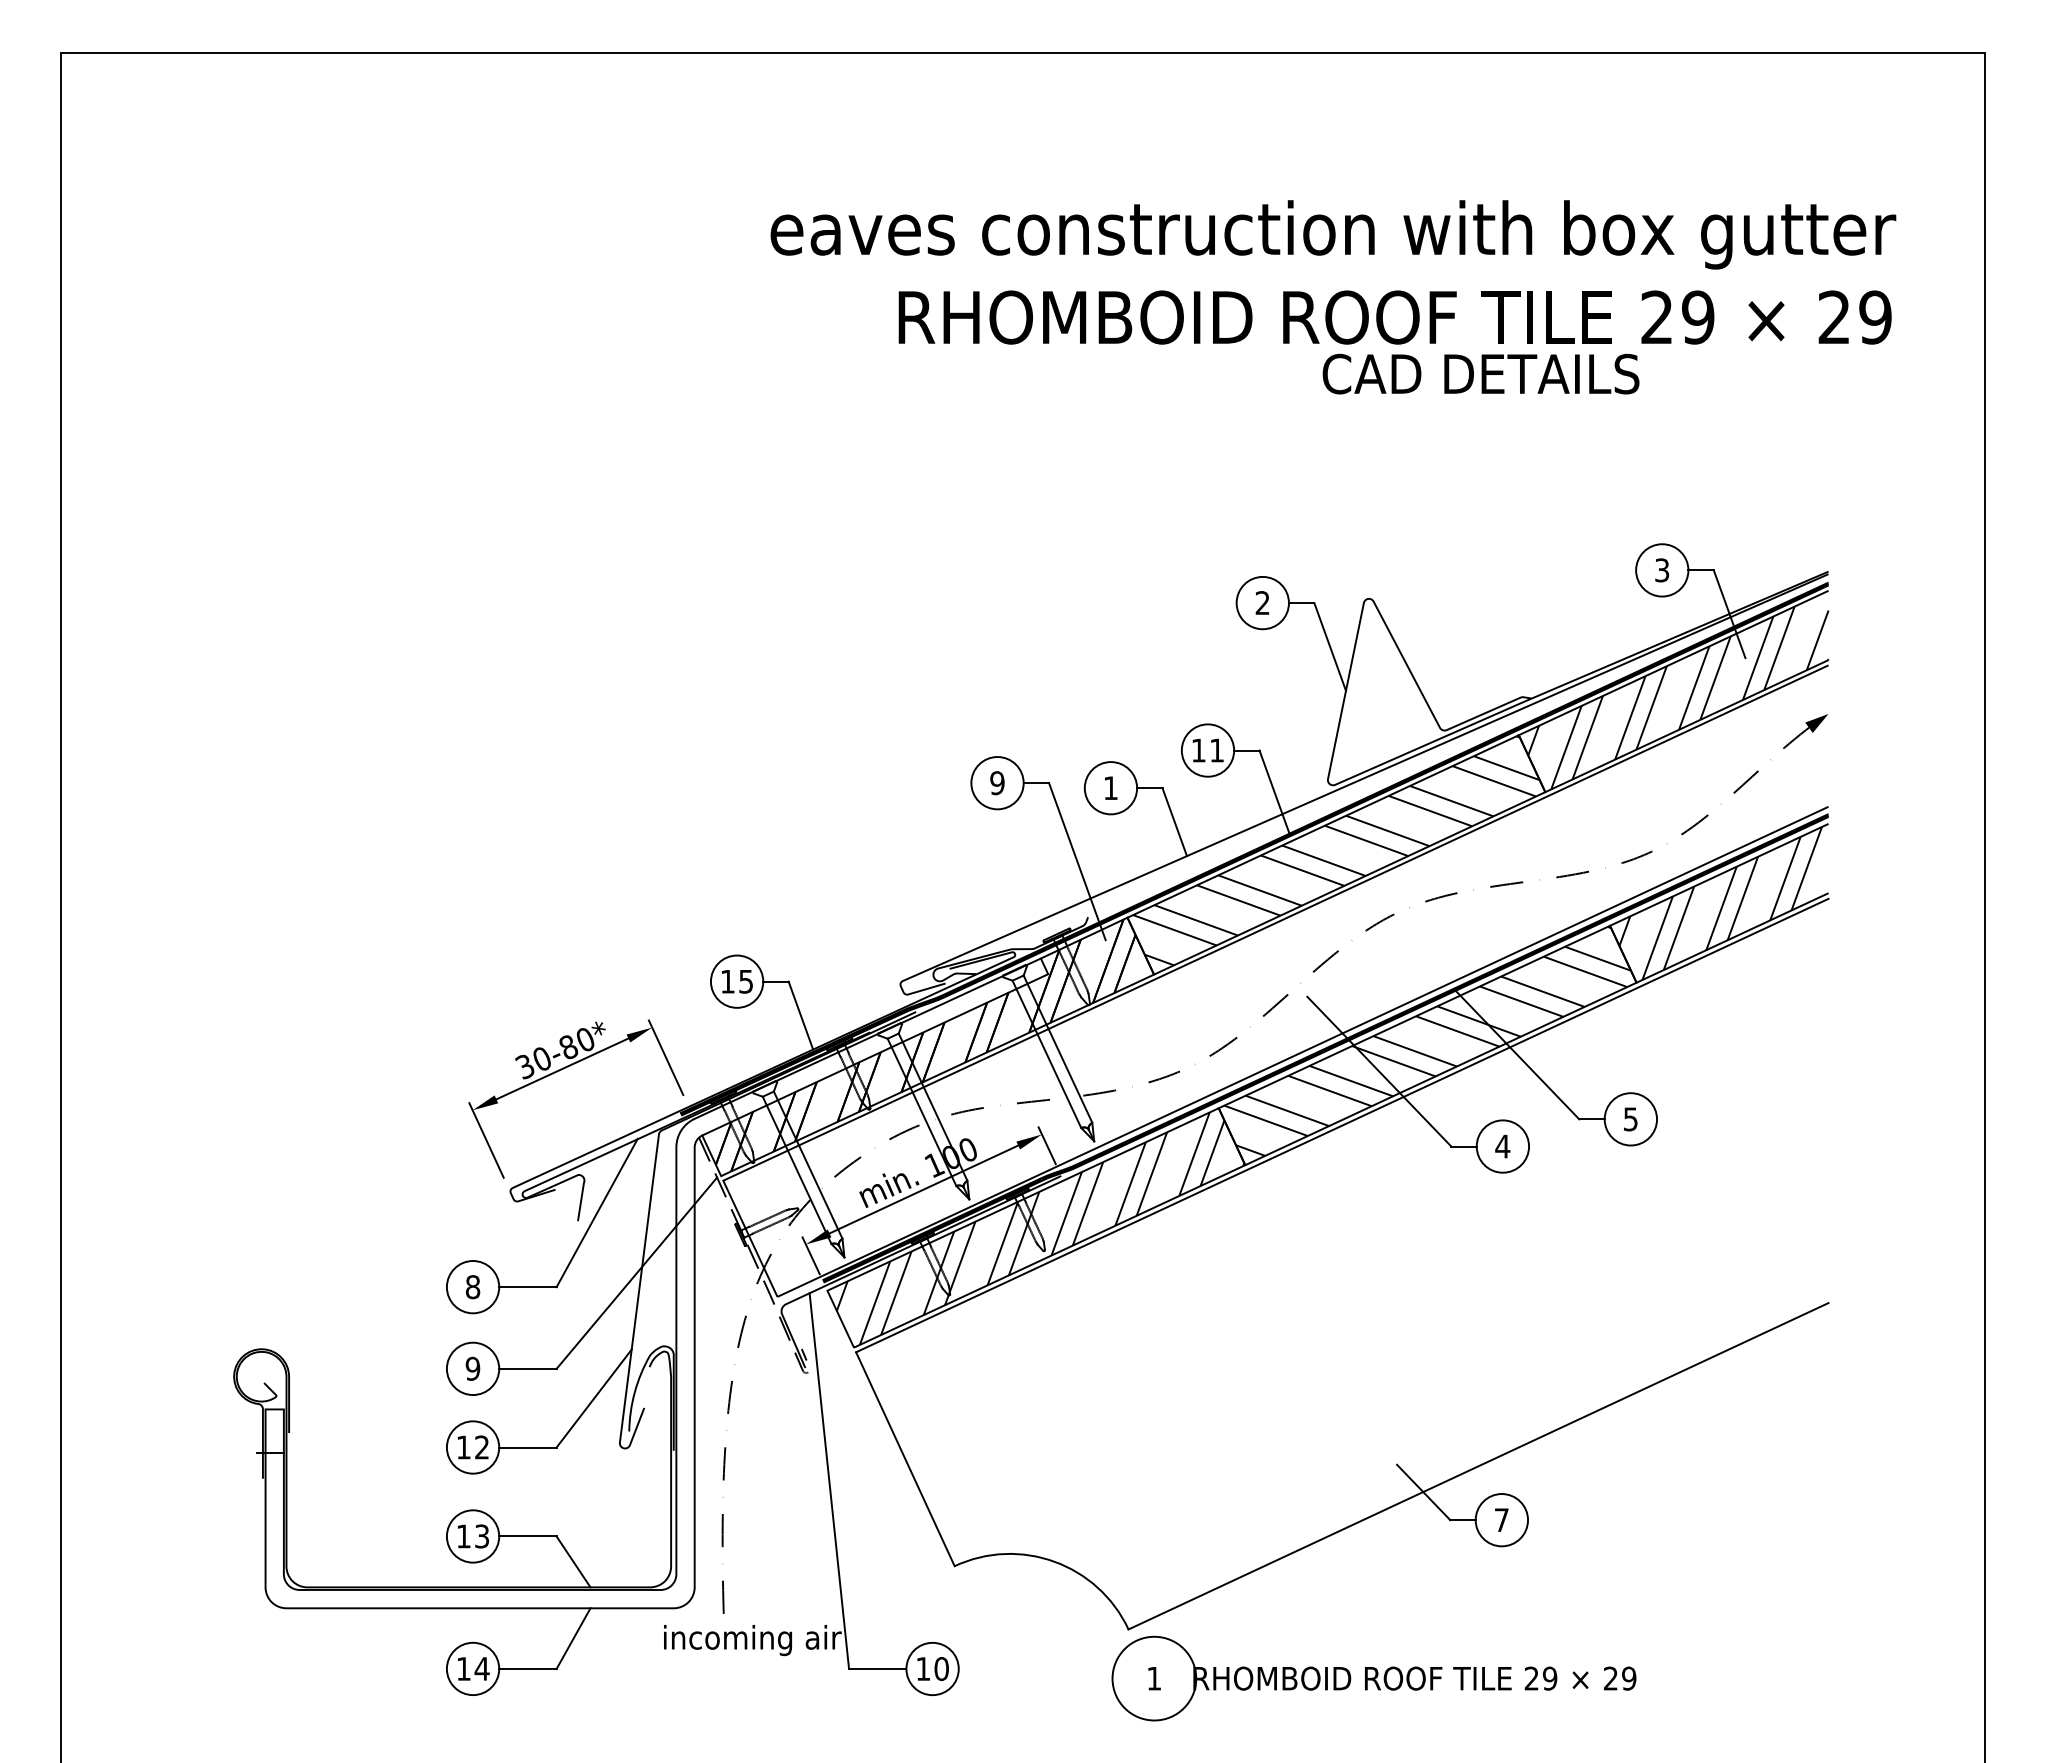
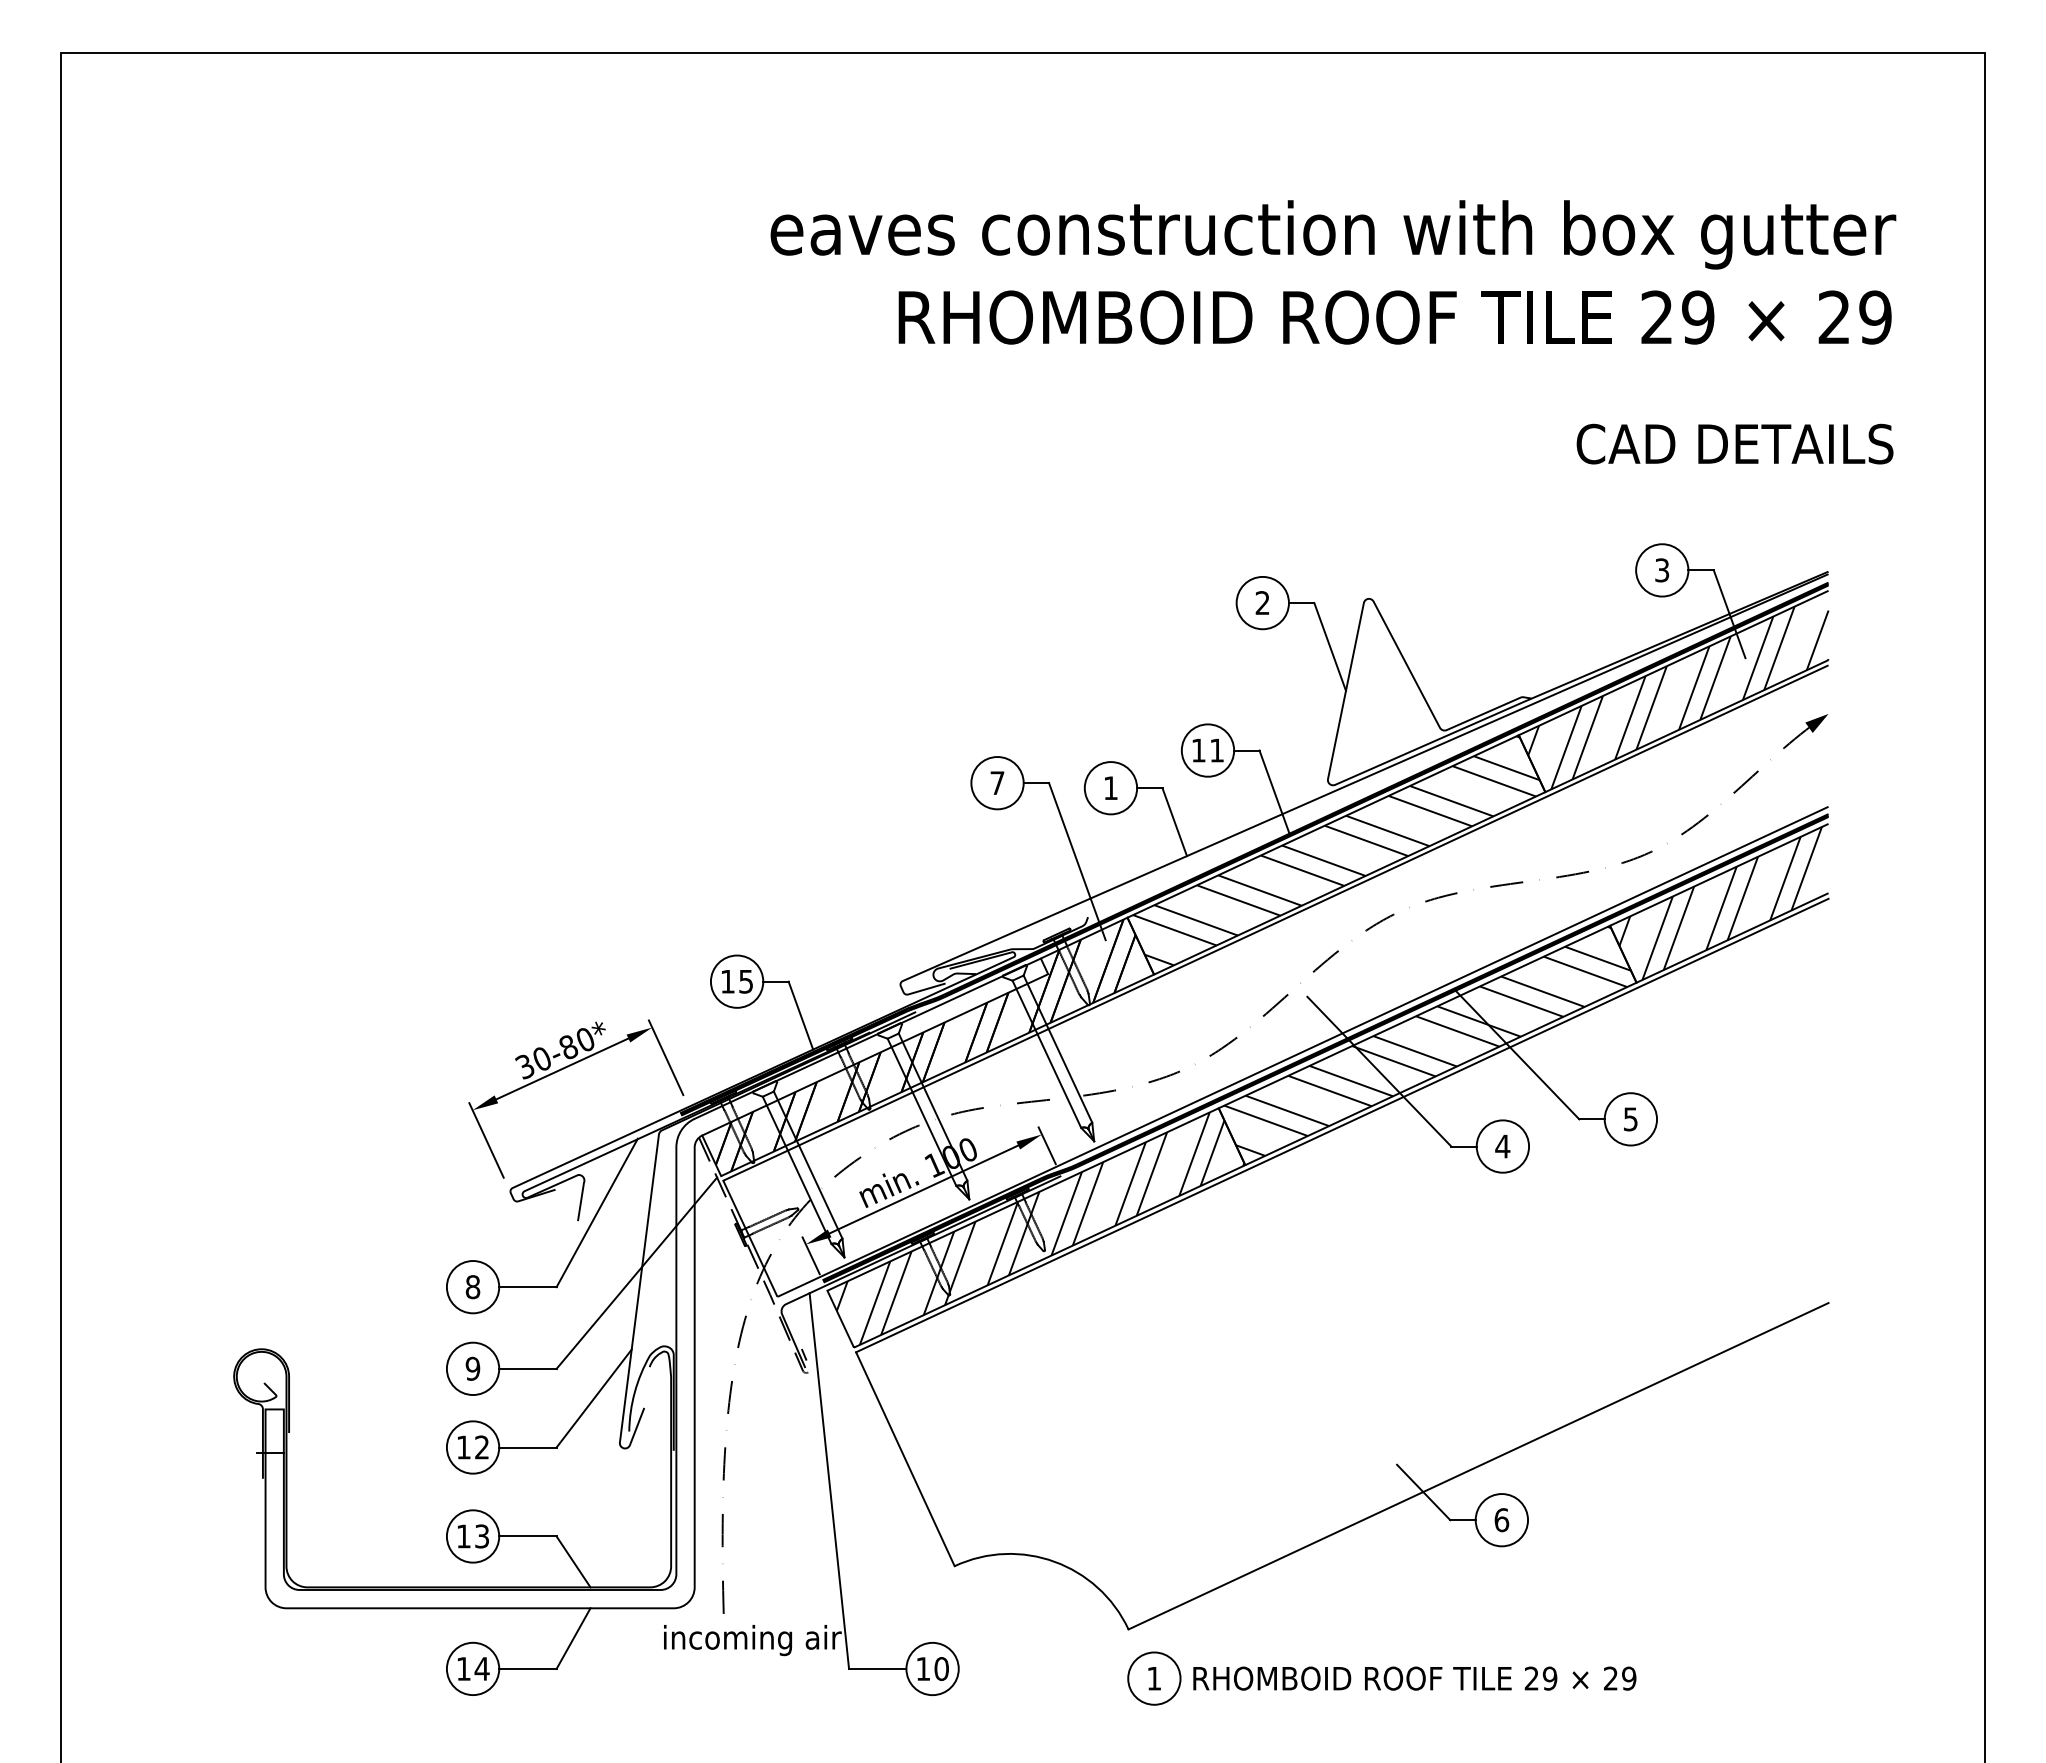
text at (1480, 373) position: (1480, 373) -> (1734, 443)
text at (997, 783): 9 -> 7
text at (1501, 1520): 7 -> 6
circle at (1154, 1678) diameter: 84 px -> 52 px
